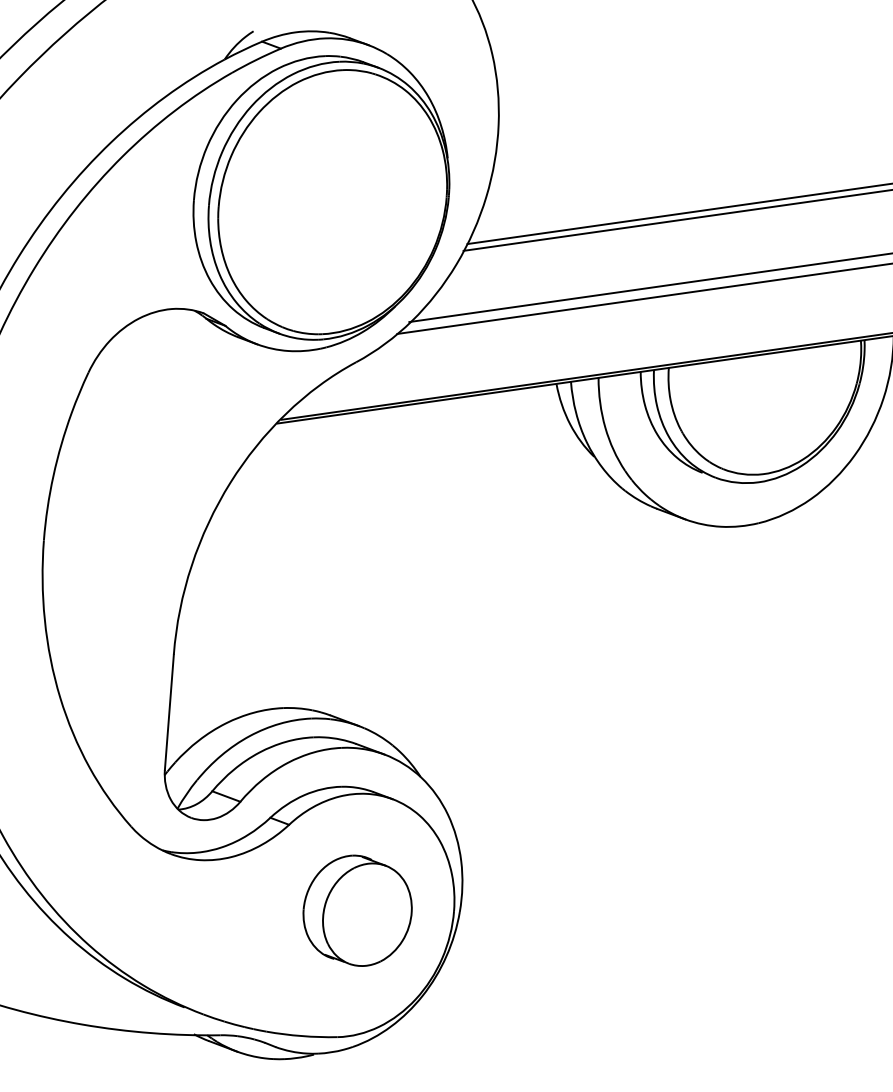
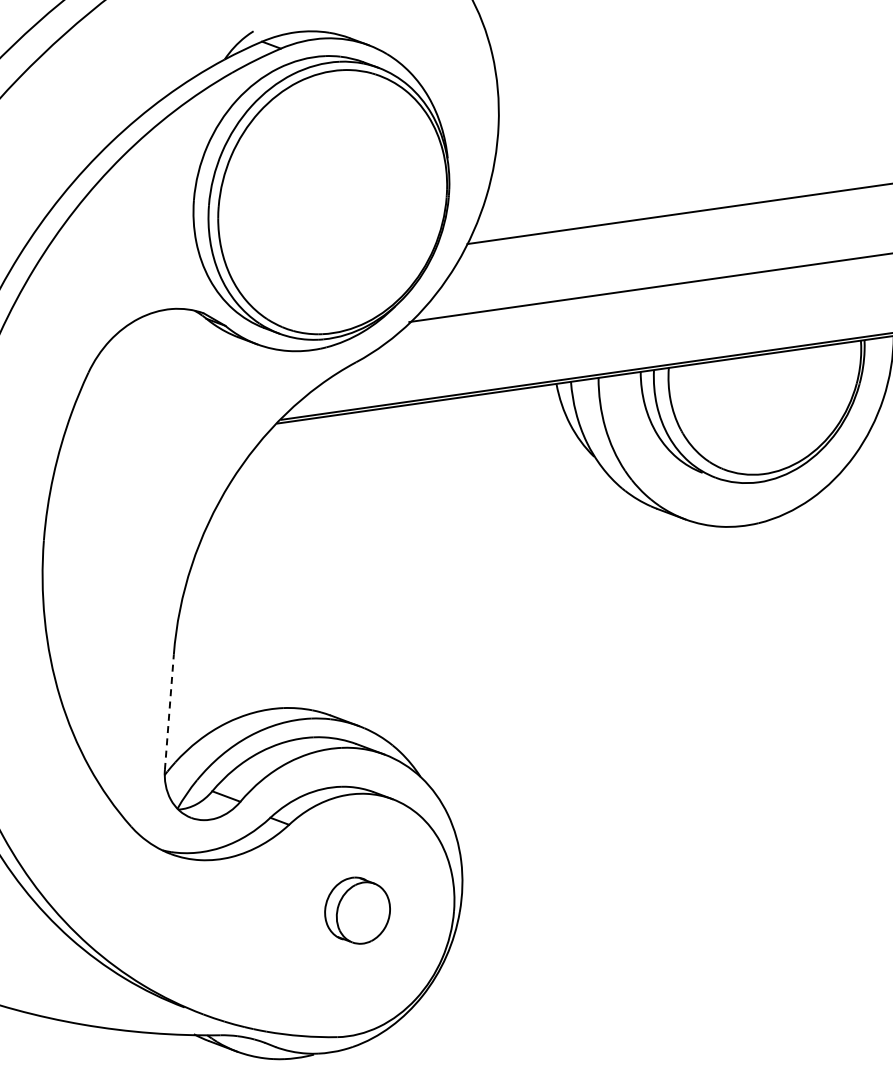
line at (676, 220): present -> none
line at (643, 298): present -> none
line at (169, 712): solid -> dashed
part at (357, 910) size: 111x113 px -> 67x69 px
